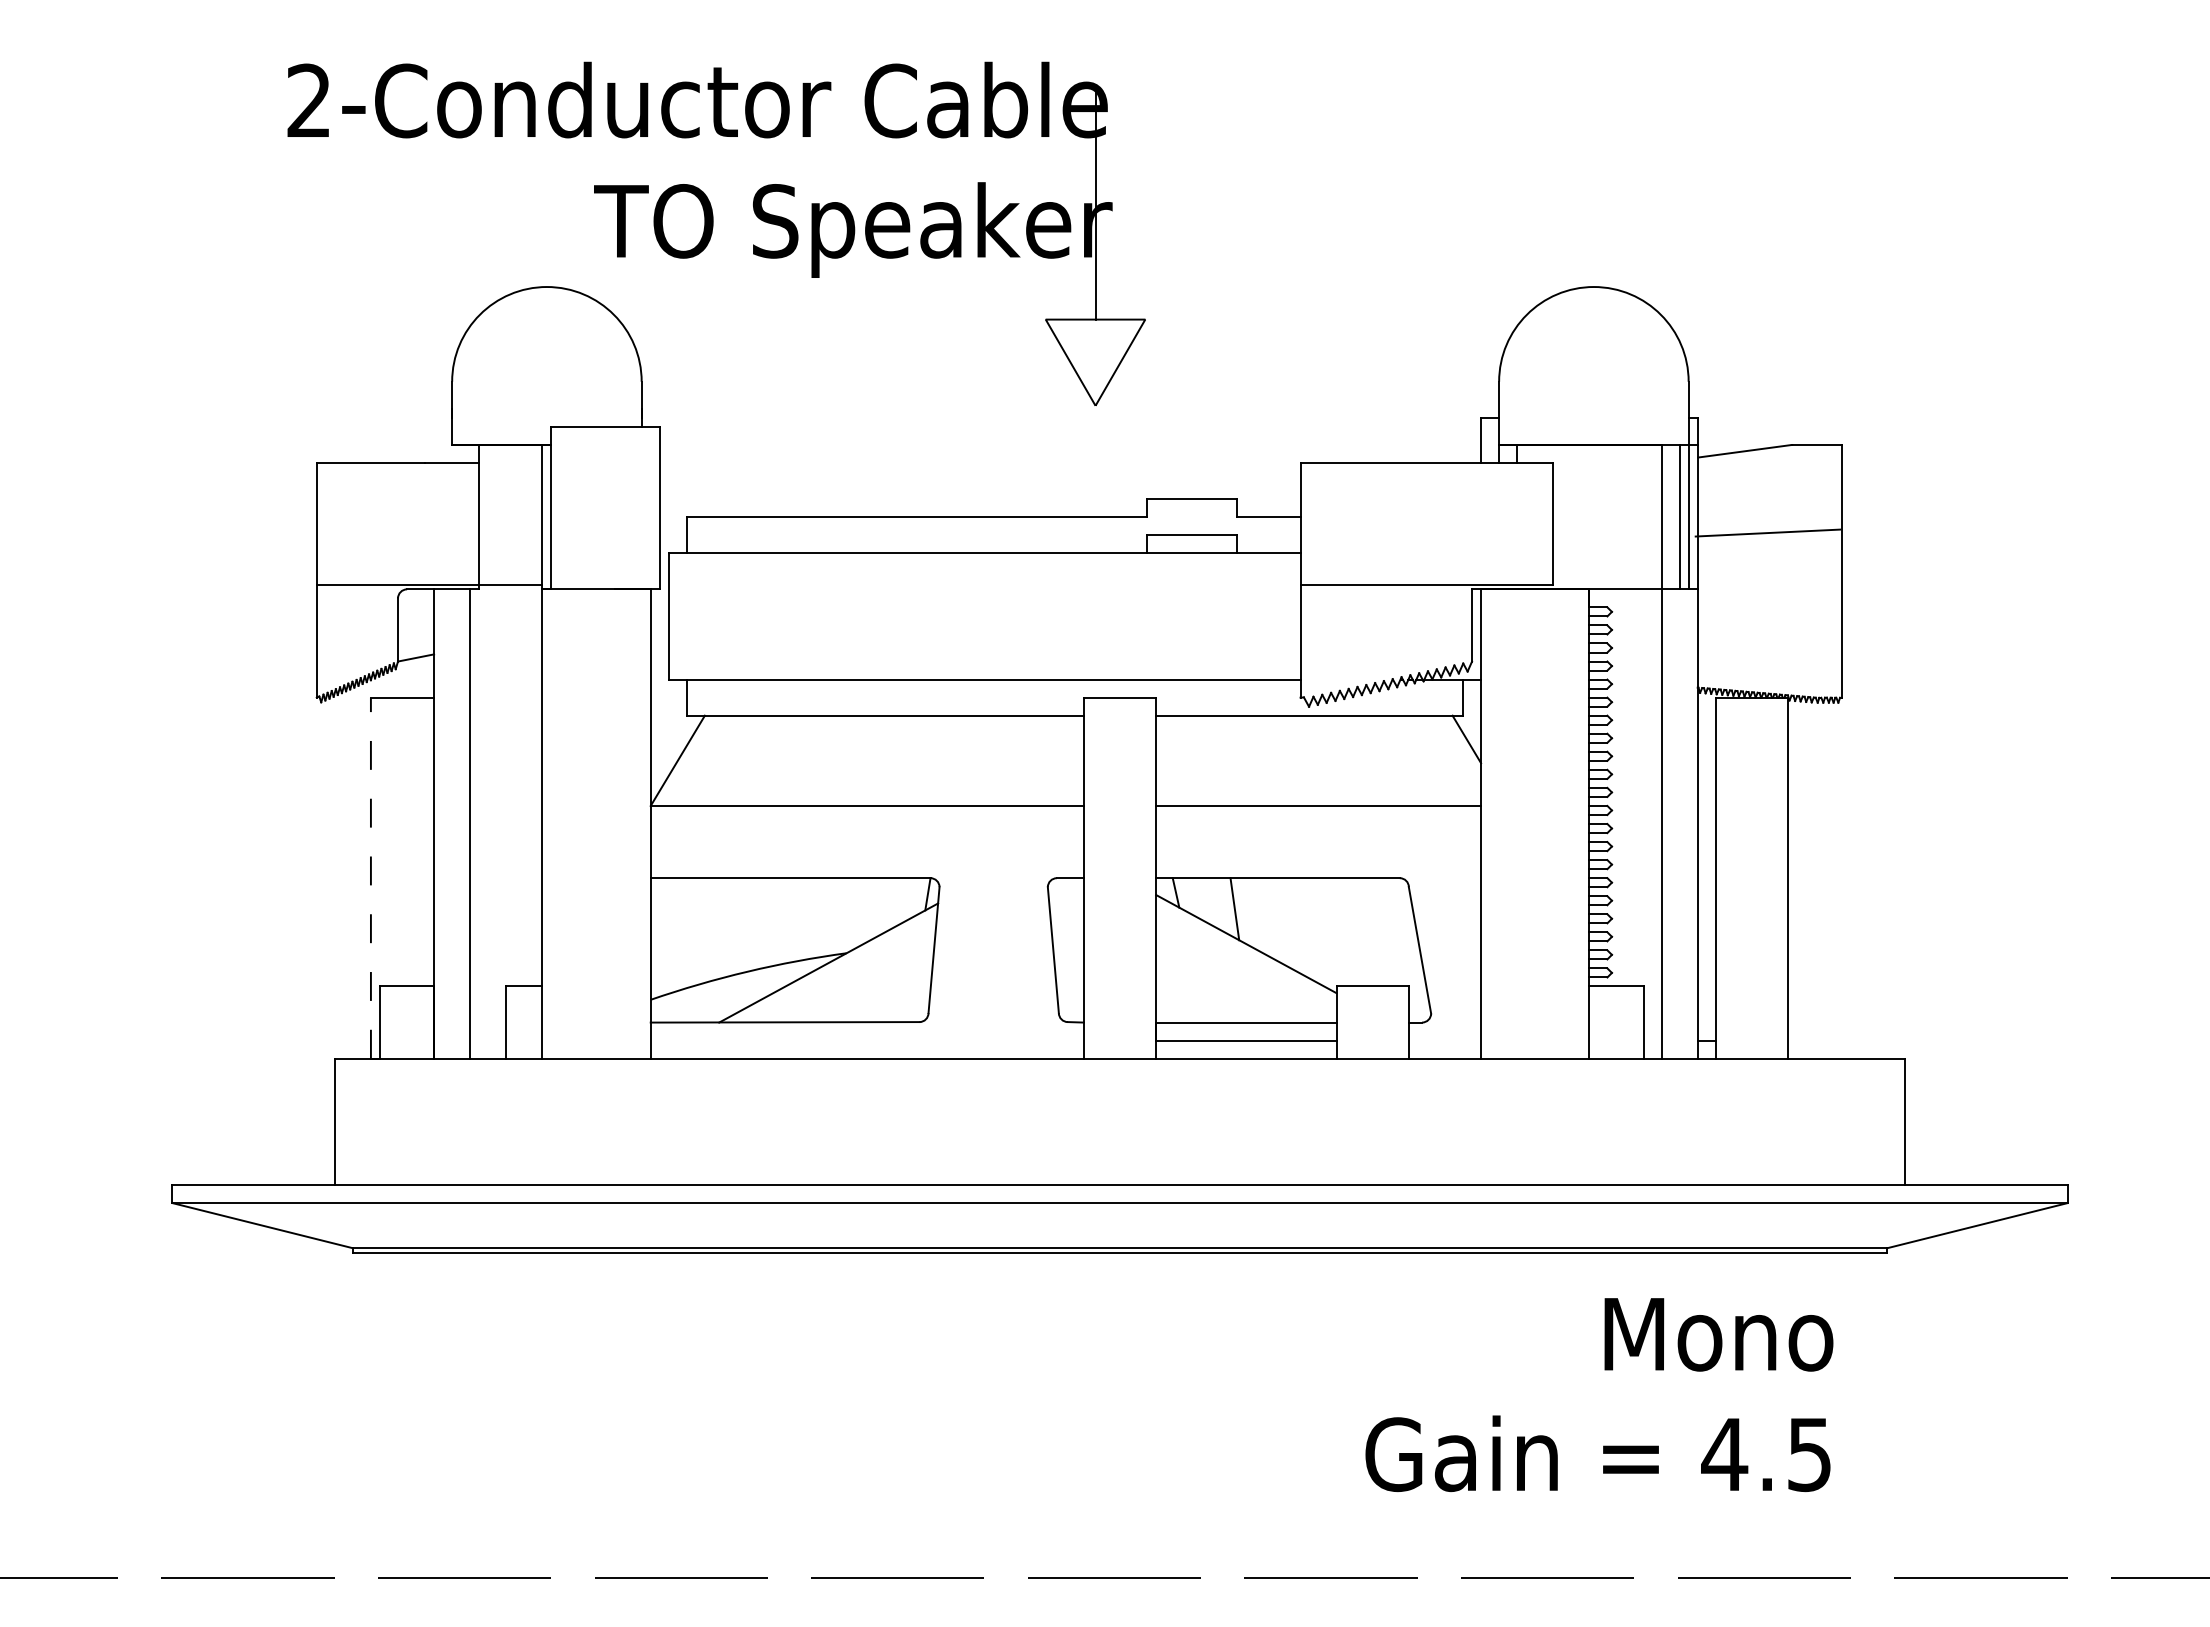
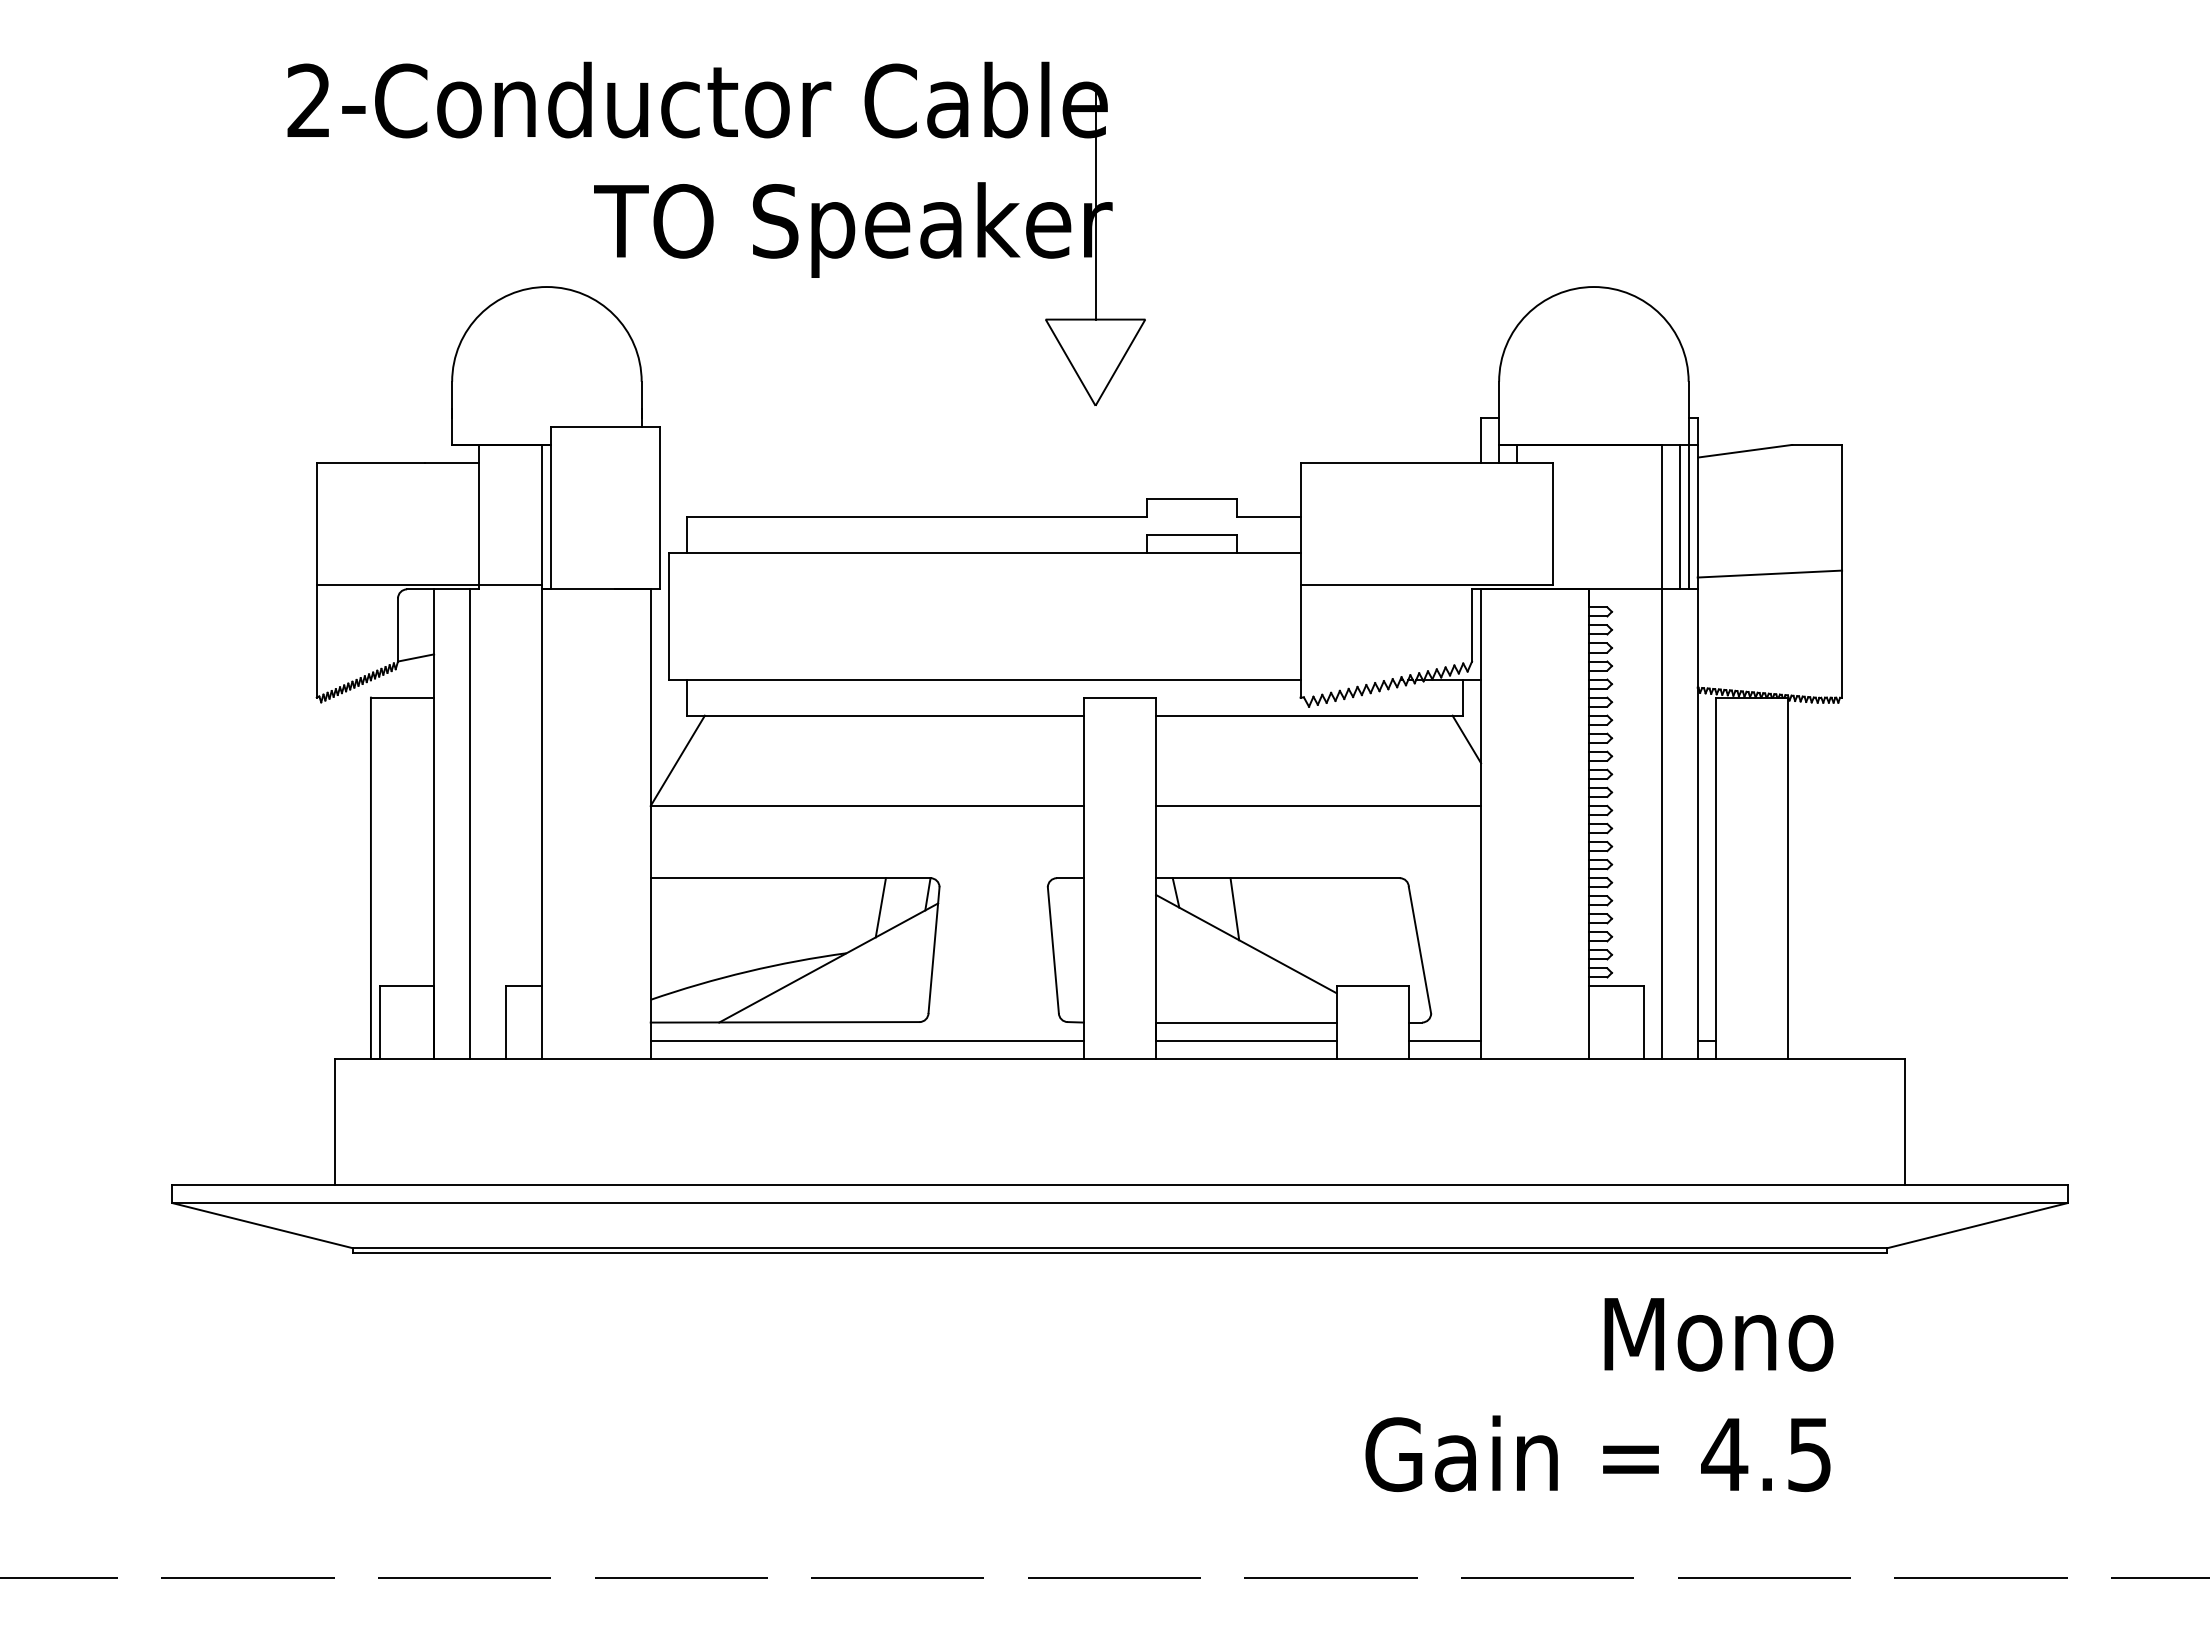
line at (1767, 532) position: (1767, 532) -> (1769, 573)
line at (370, 878): dashed -> solid
line at (880, 907): none -> present
line at (866, 1040): none -> present
line at (1444, 1040): none -> present
